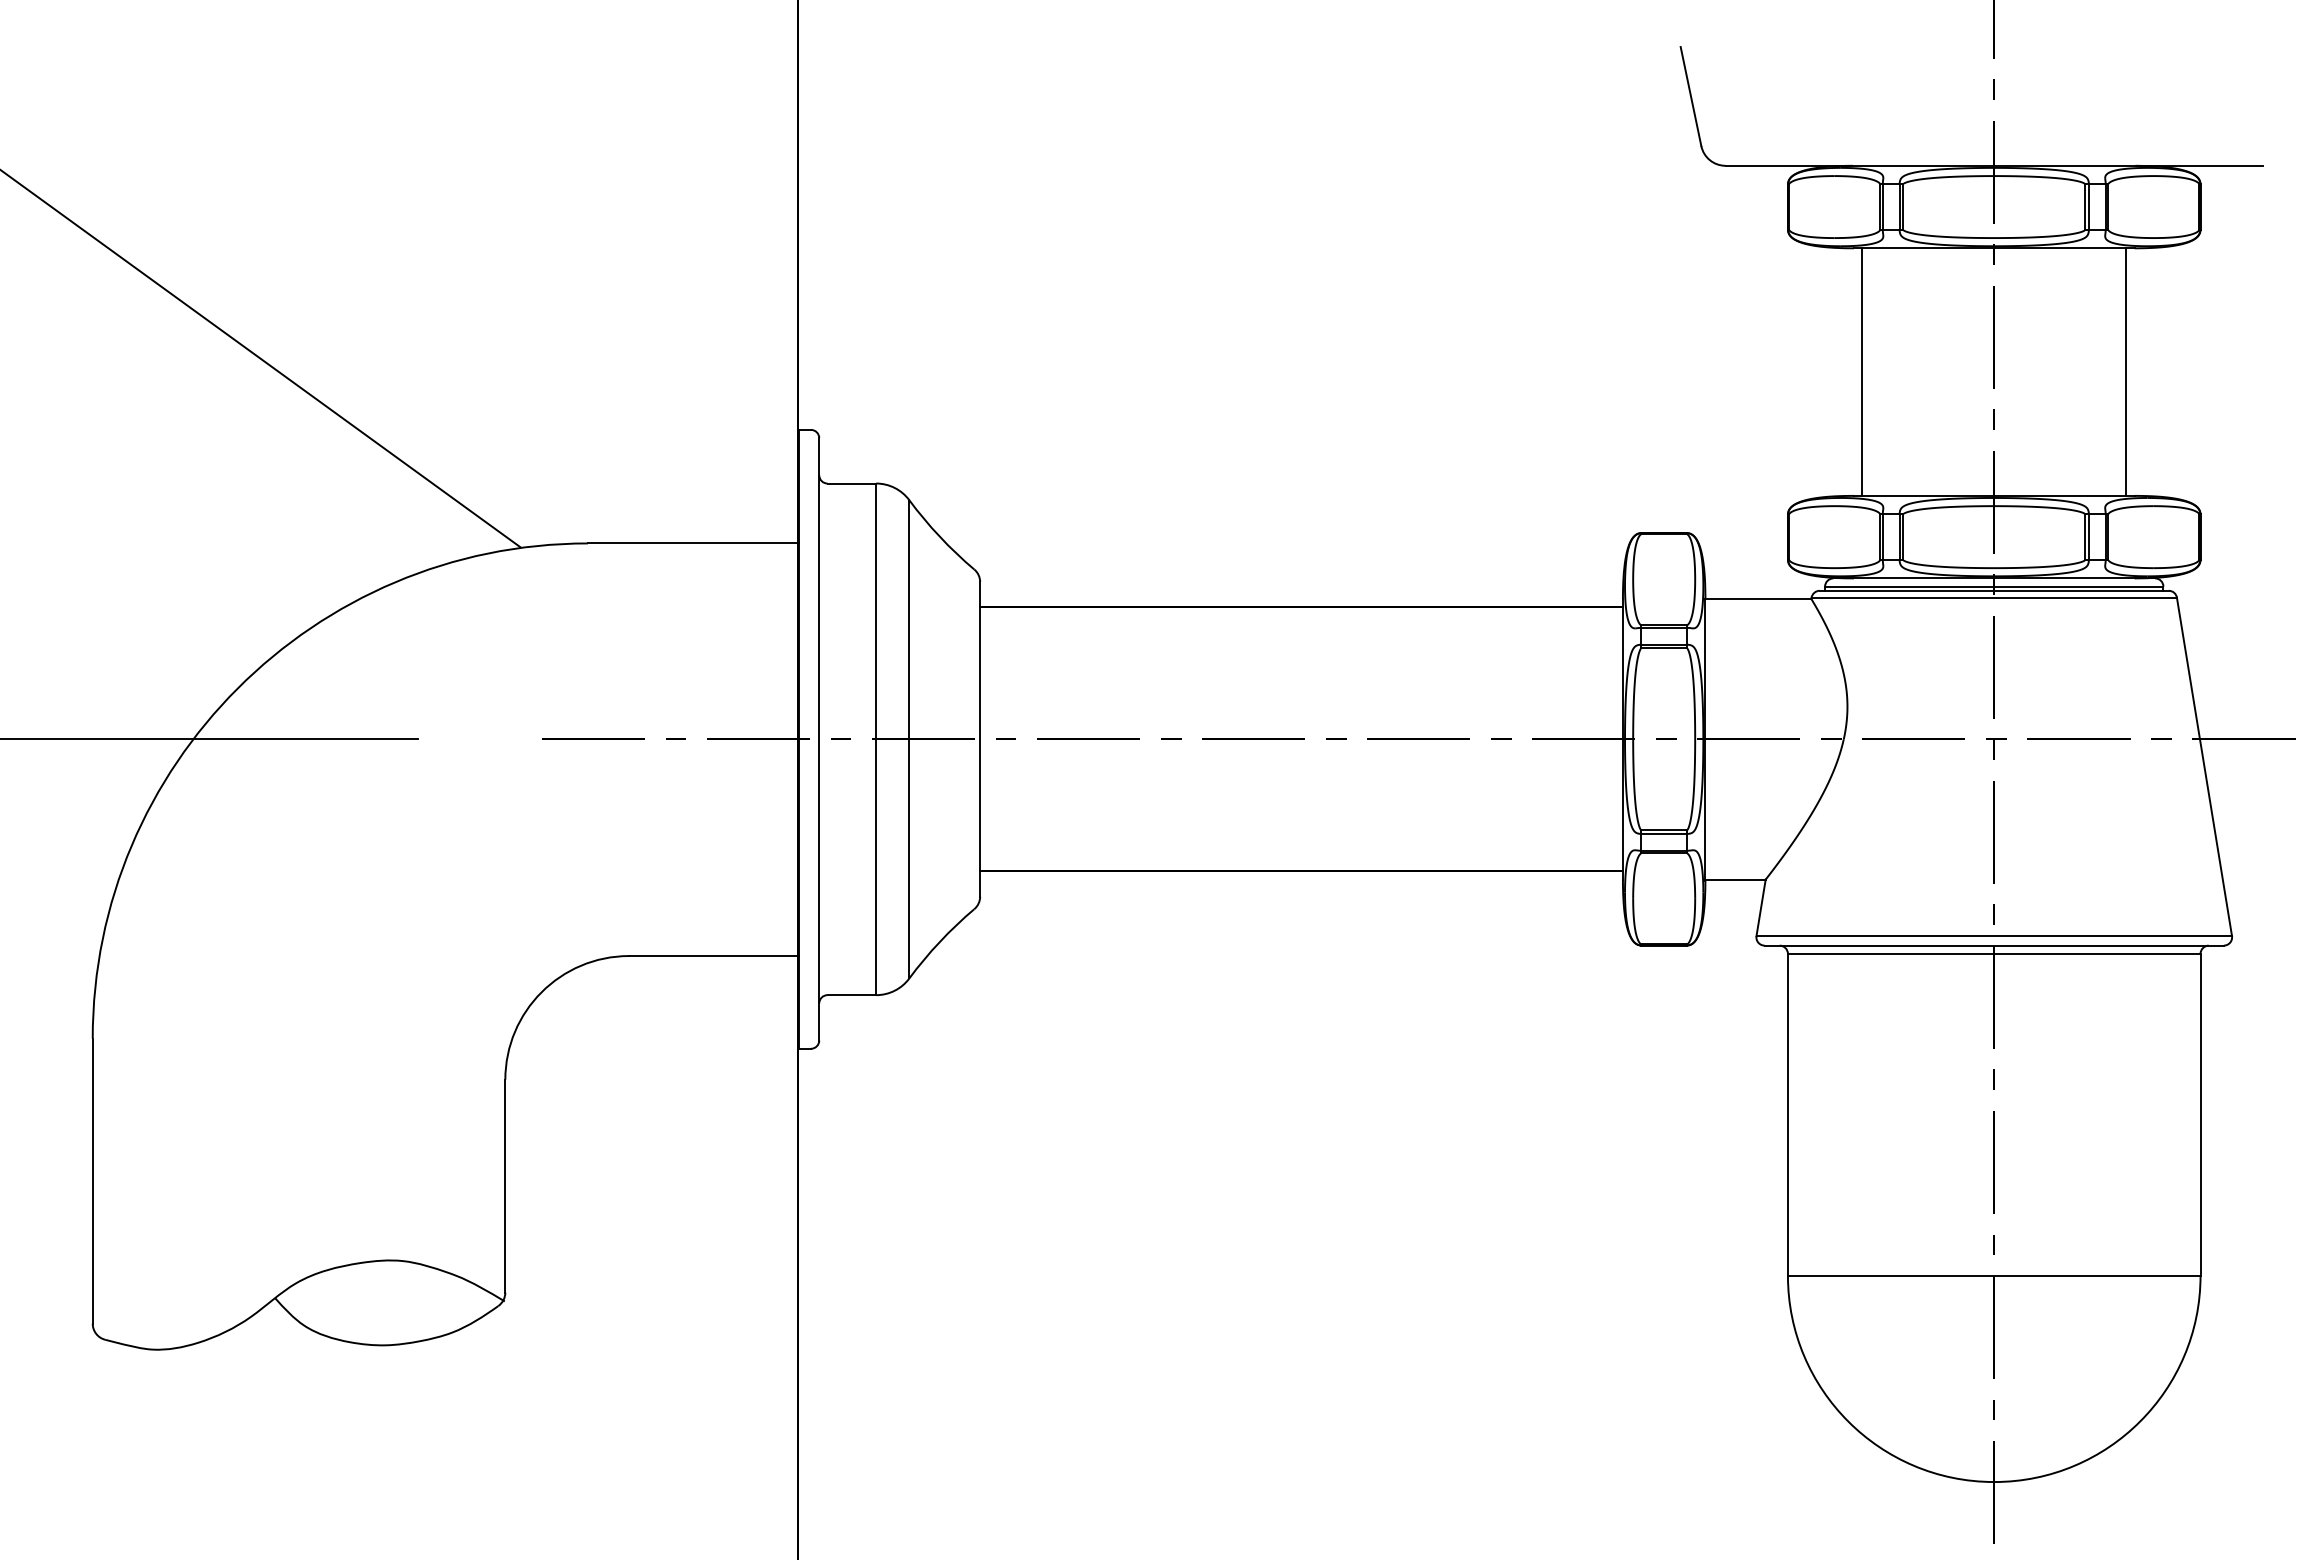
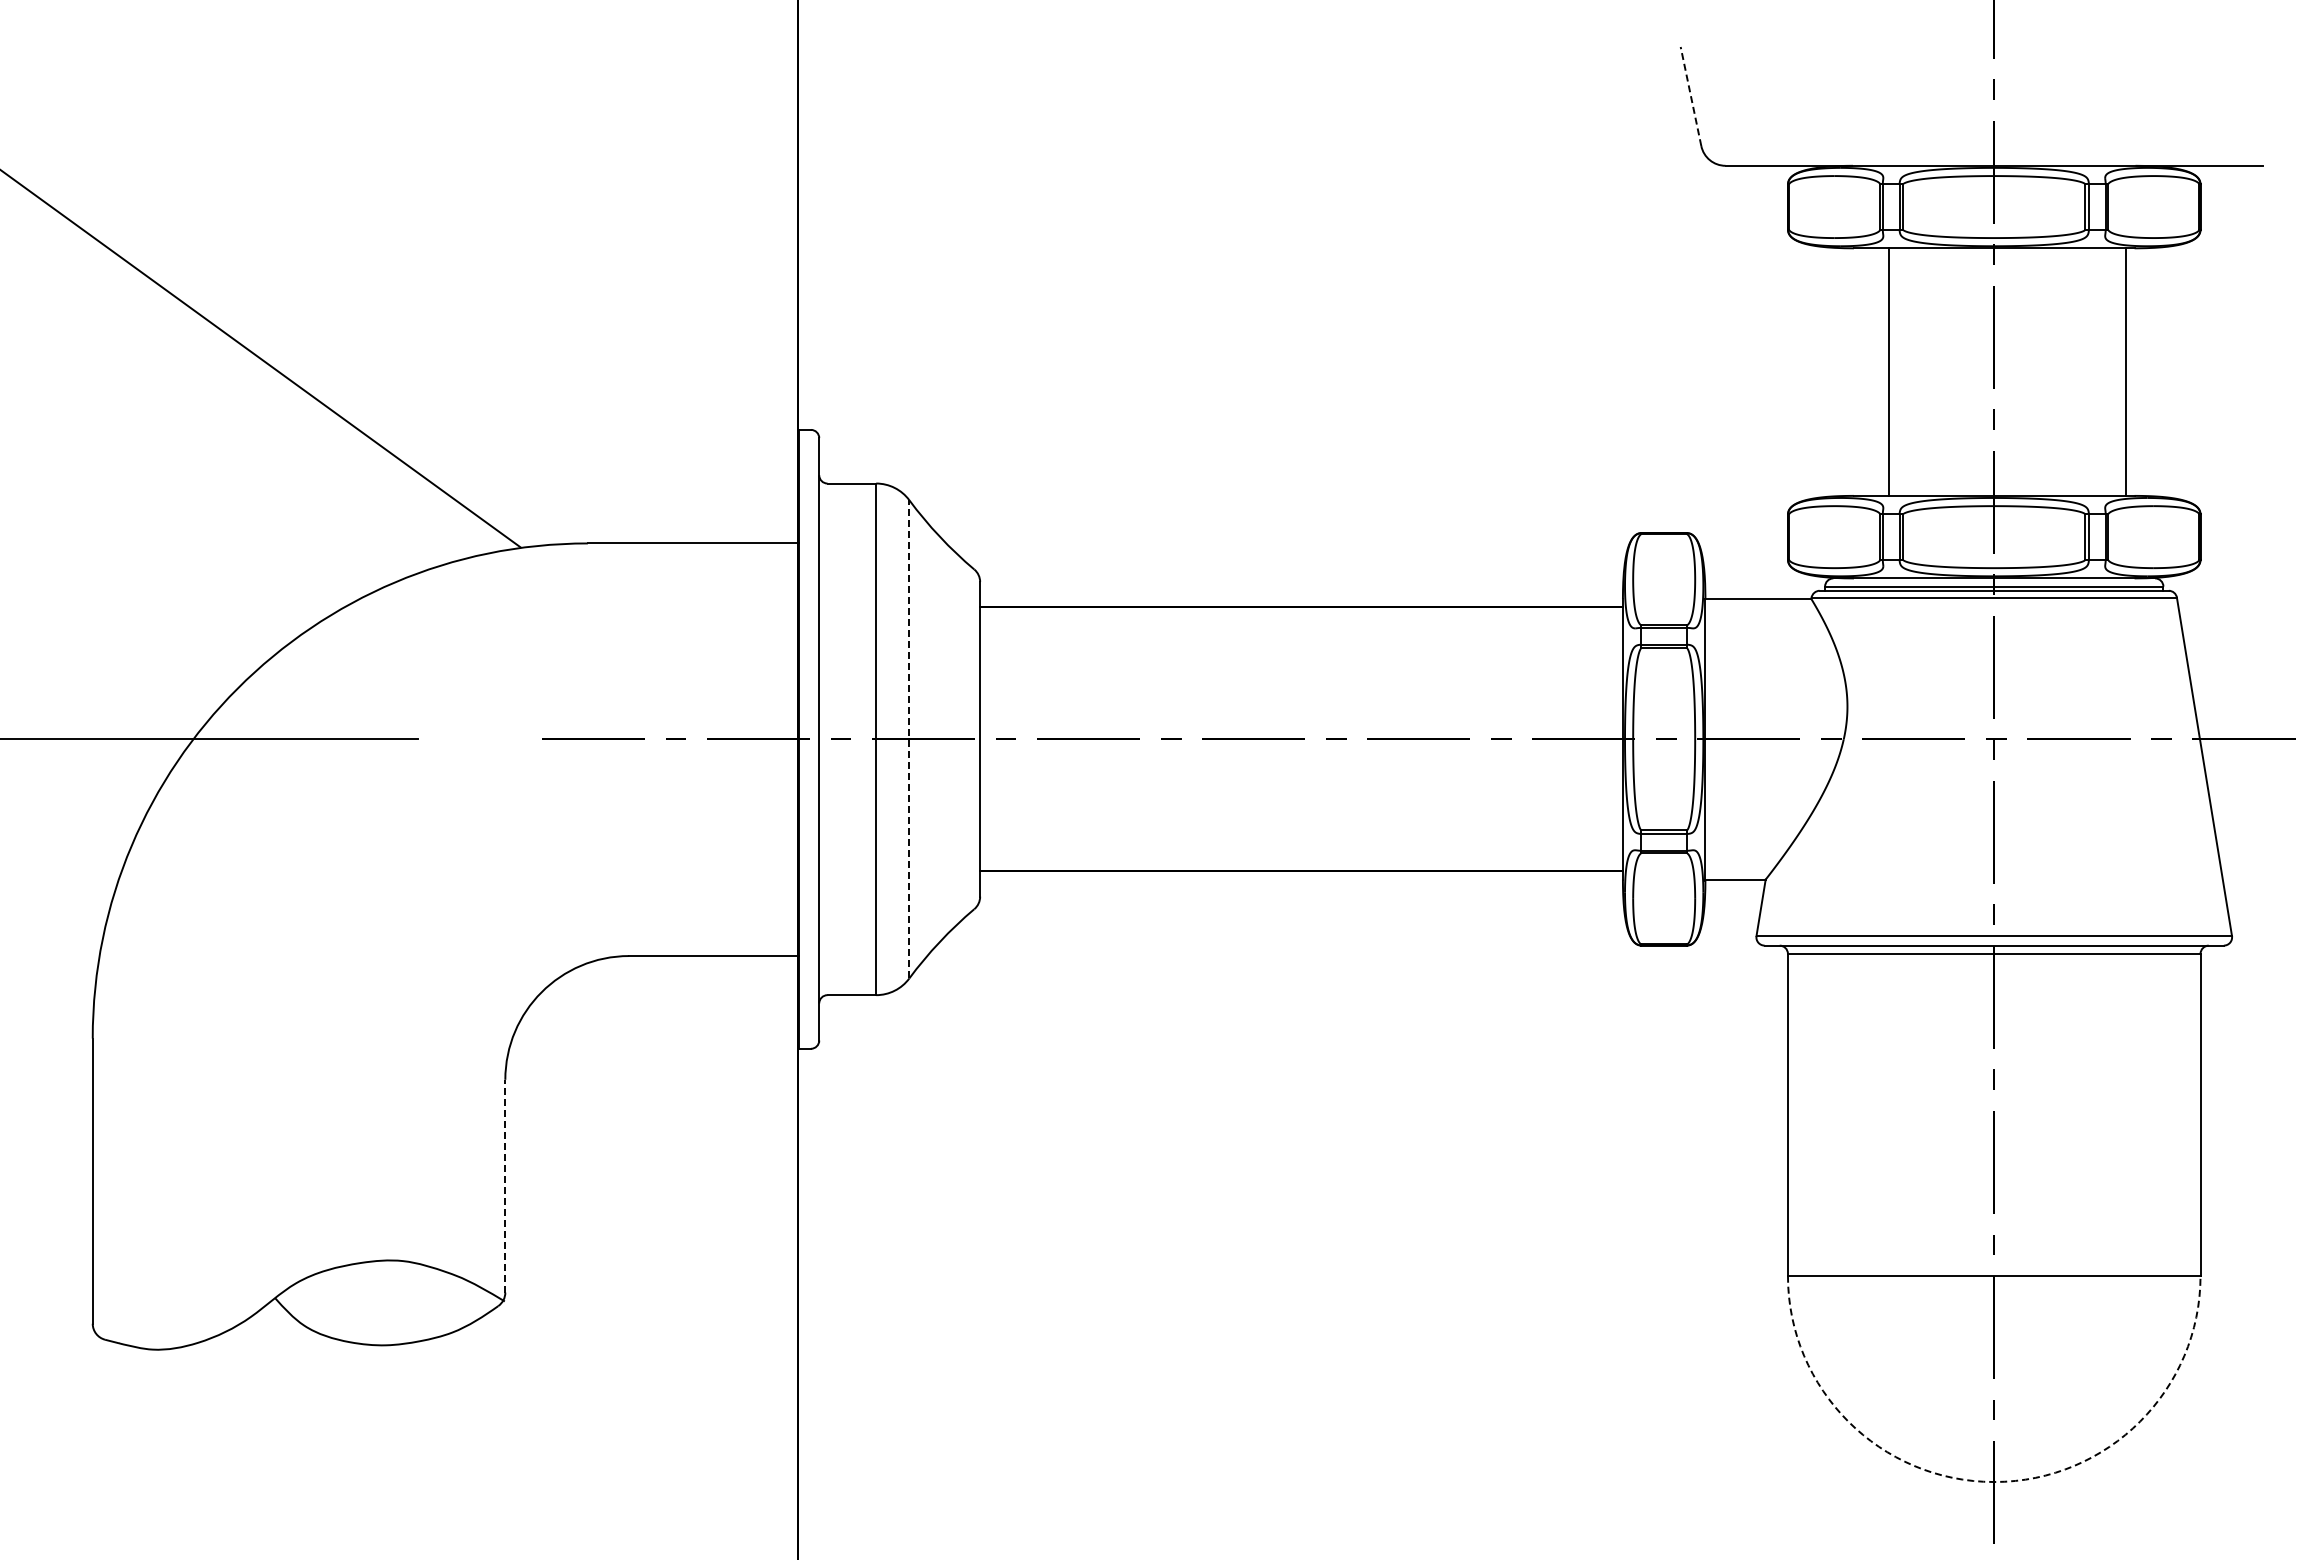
line at (1691, 96): solid -> dashed
line at (1862, 371) position: (1862, 371) -> (1889, 371)
line at (909, 738): solid -> dashed
line at (505, 1185): solid -> dashed
arc at (1994, 1482): solid -> dashed
